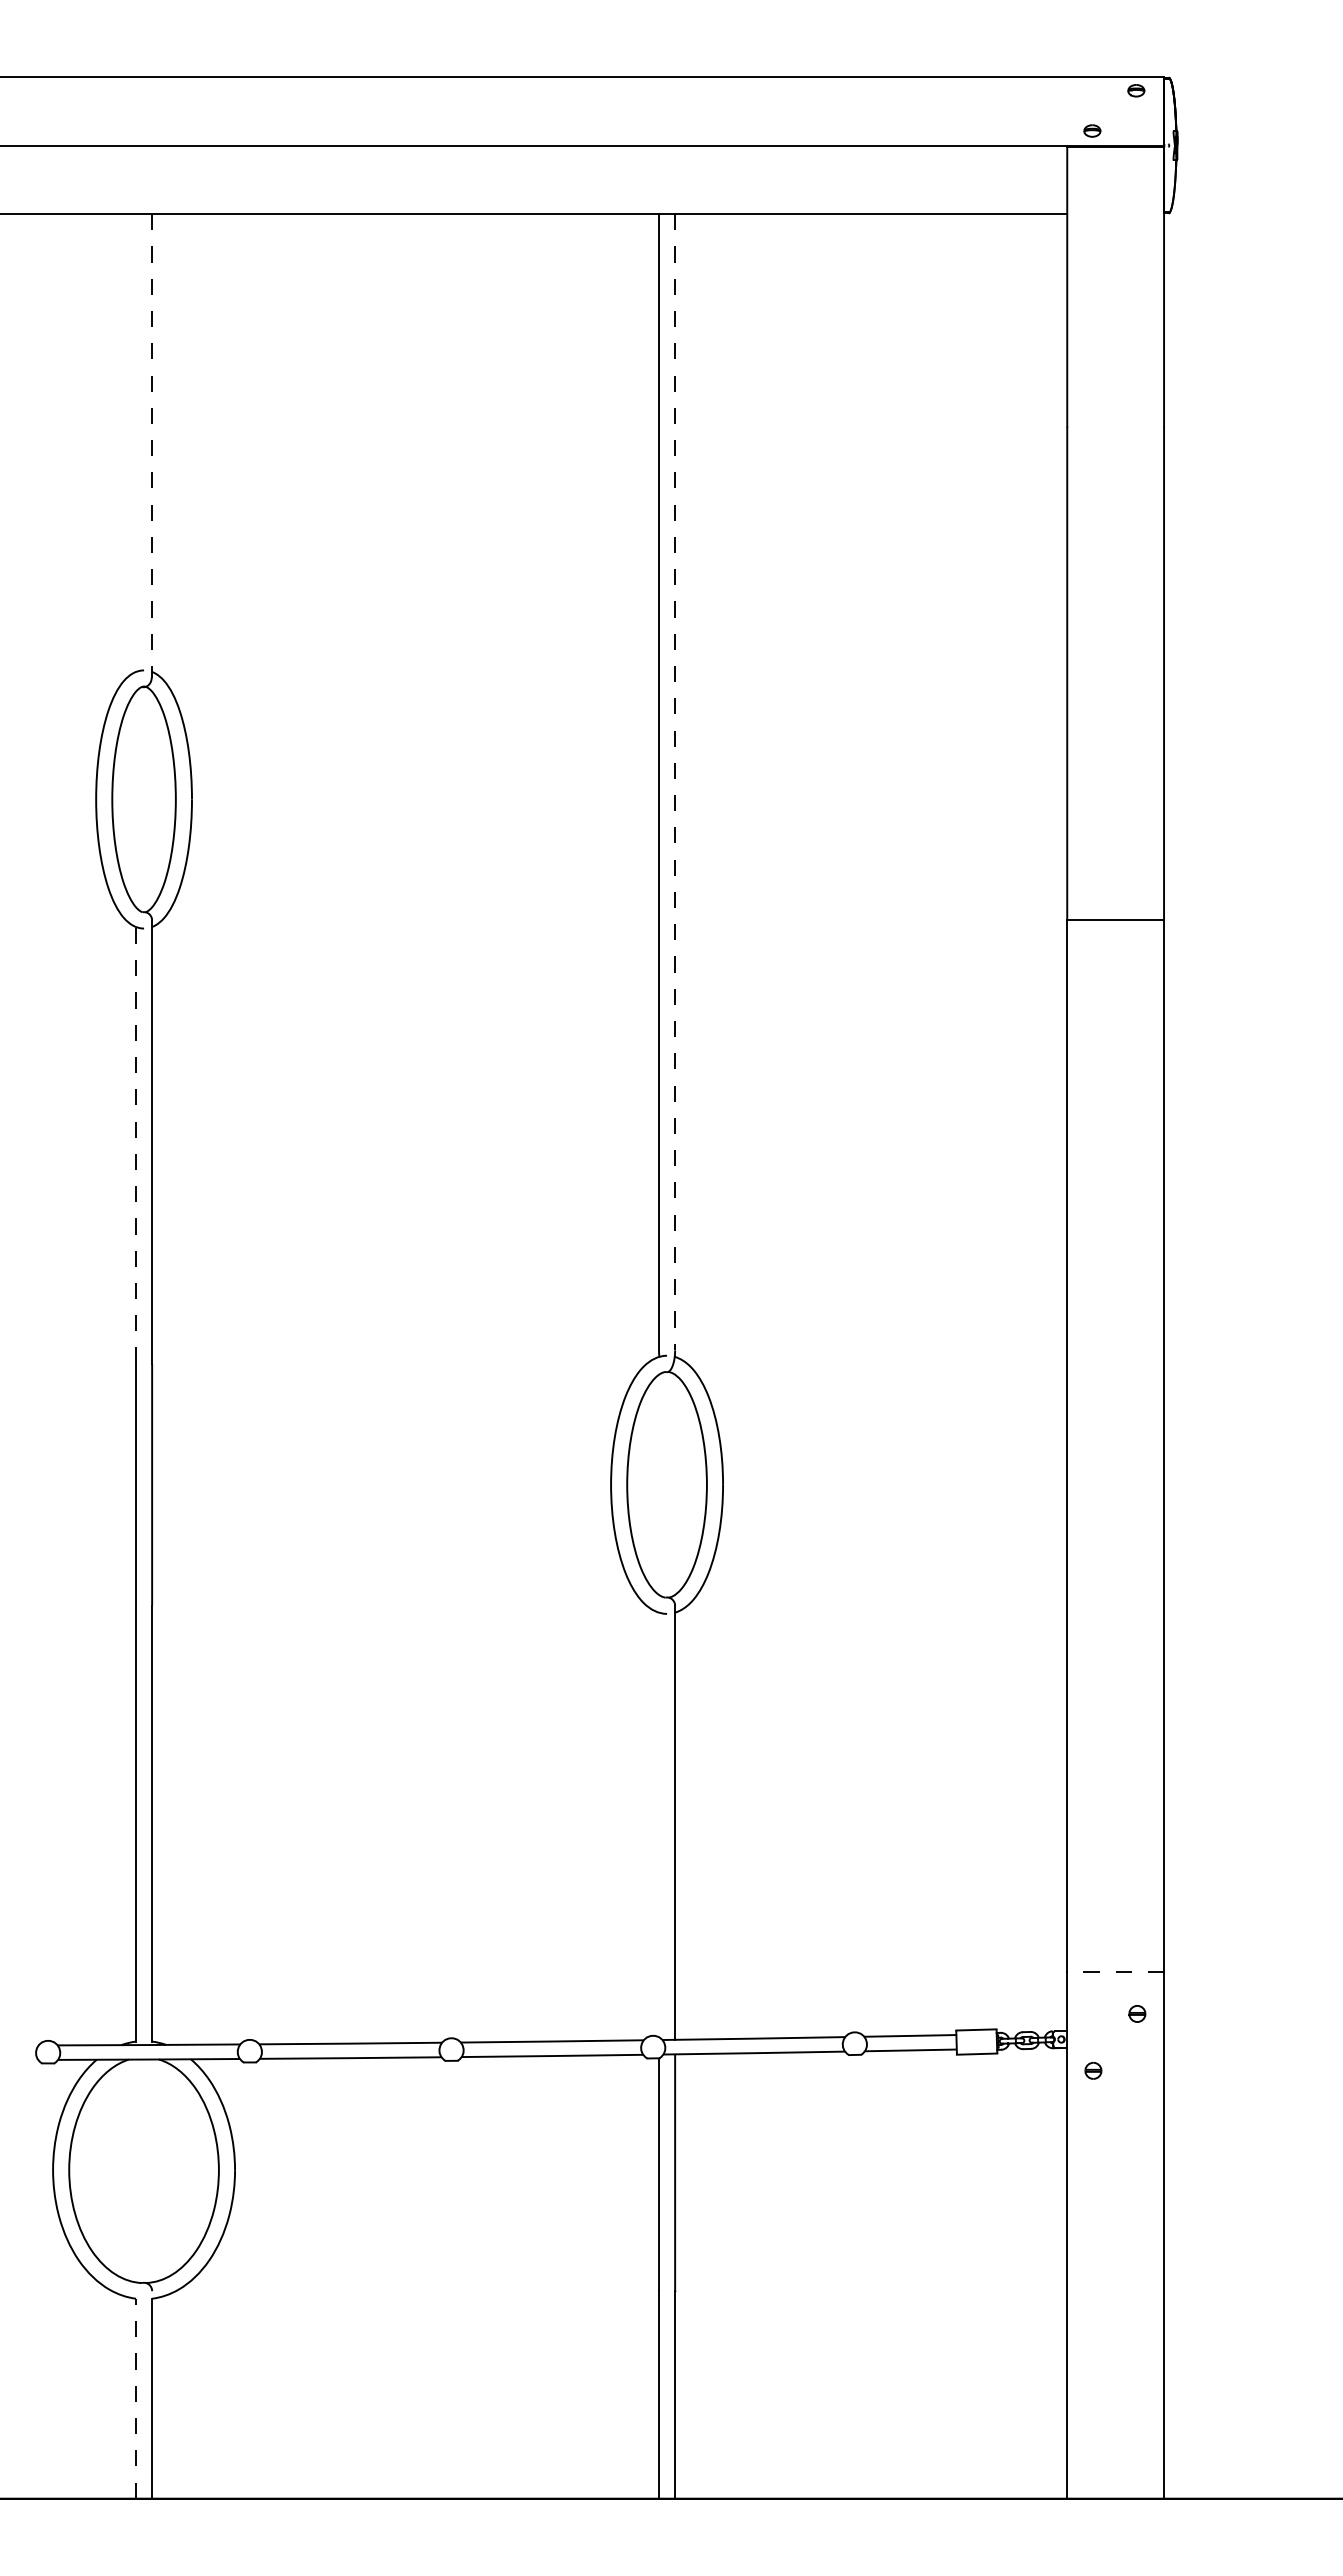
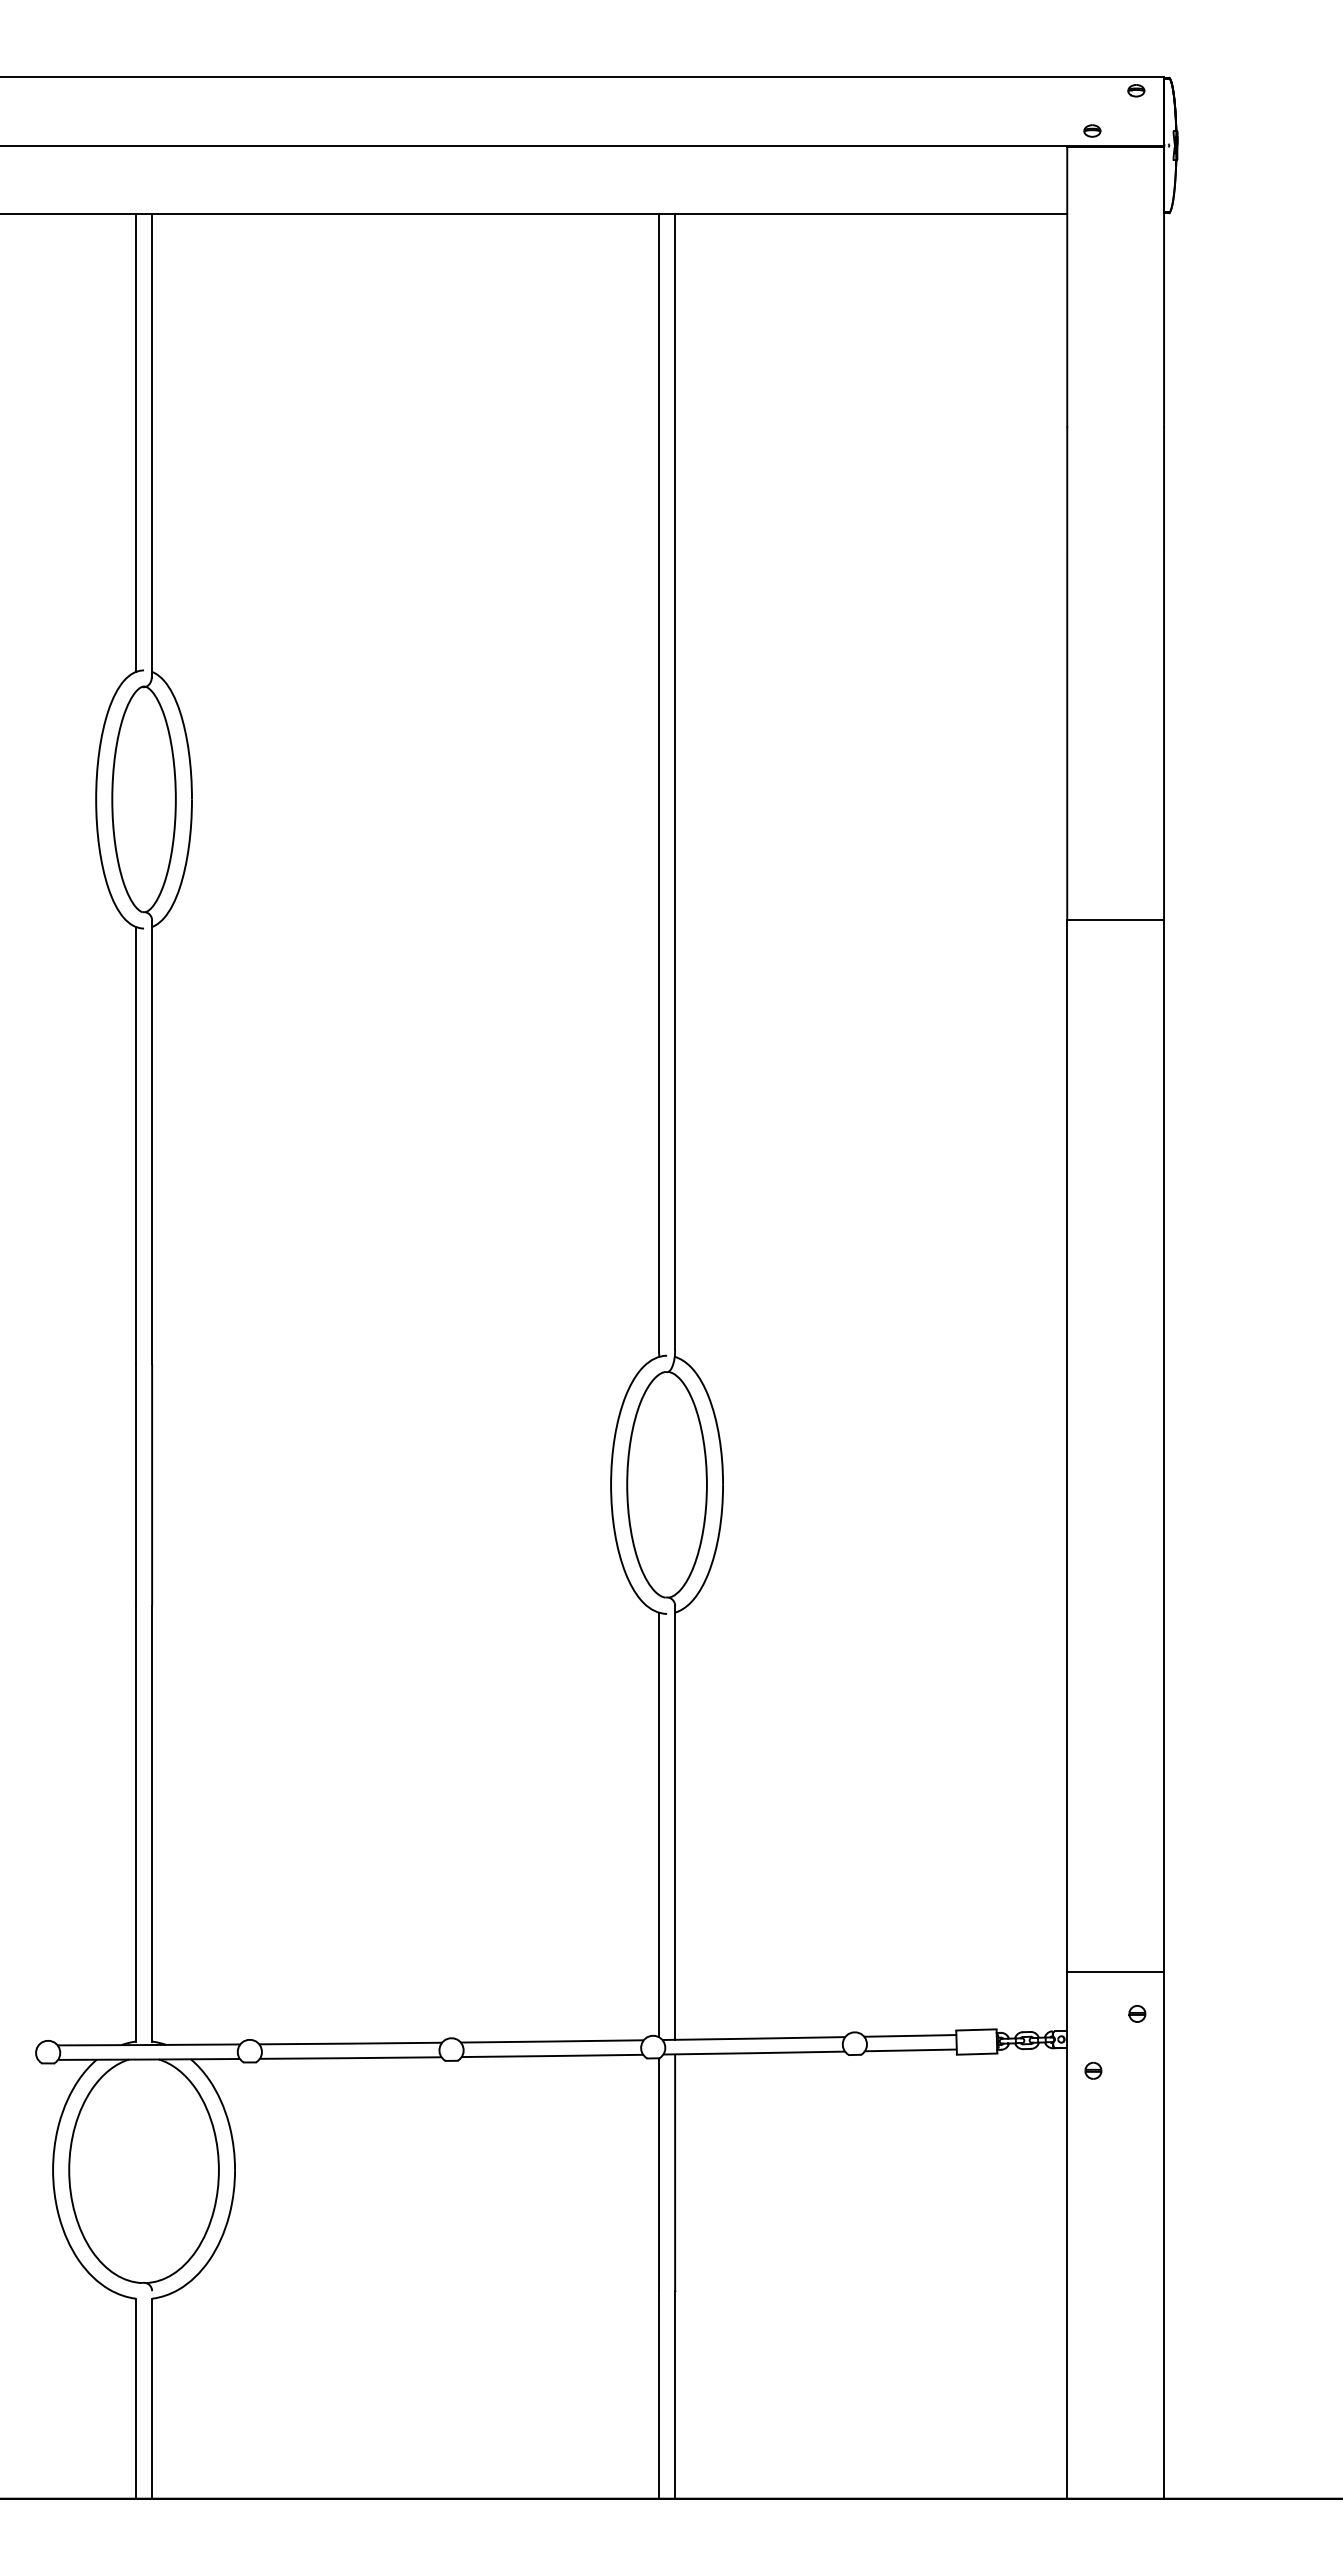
line at (135, 443): none -> present
line at (151, 445): dashed -> solid
line at (675, 782): dashed -> solid
line at (136, 1144): dashed -> solid
line at (659, 1824): none -> present
line at (1115, 1972): dashed -> solid
line at (136, 2398): dashed -> solid
